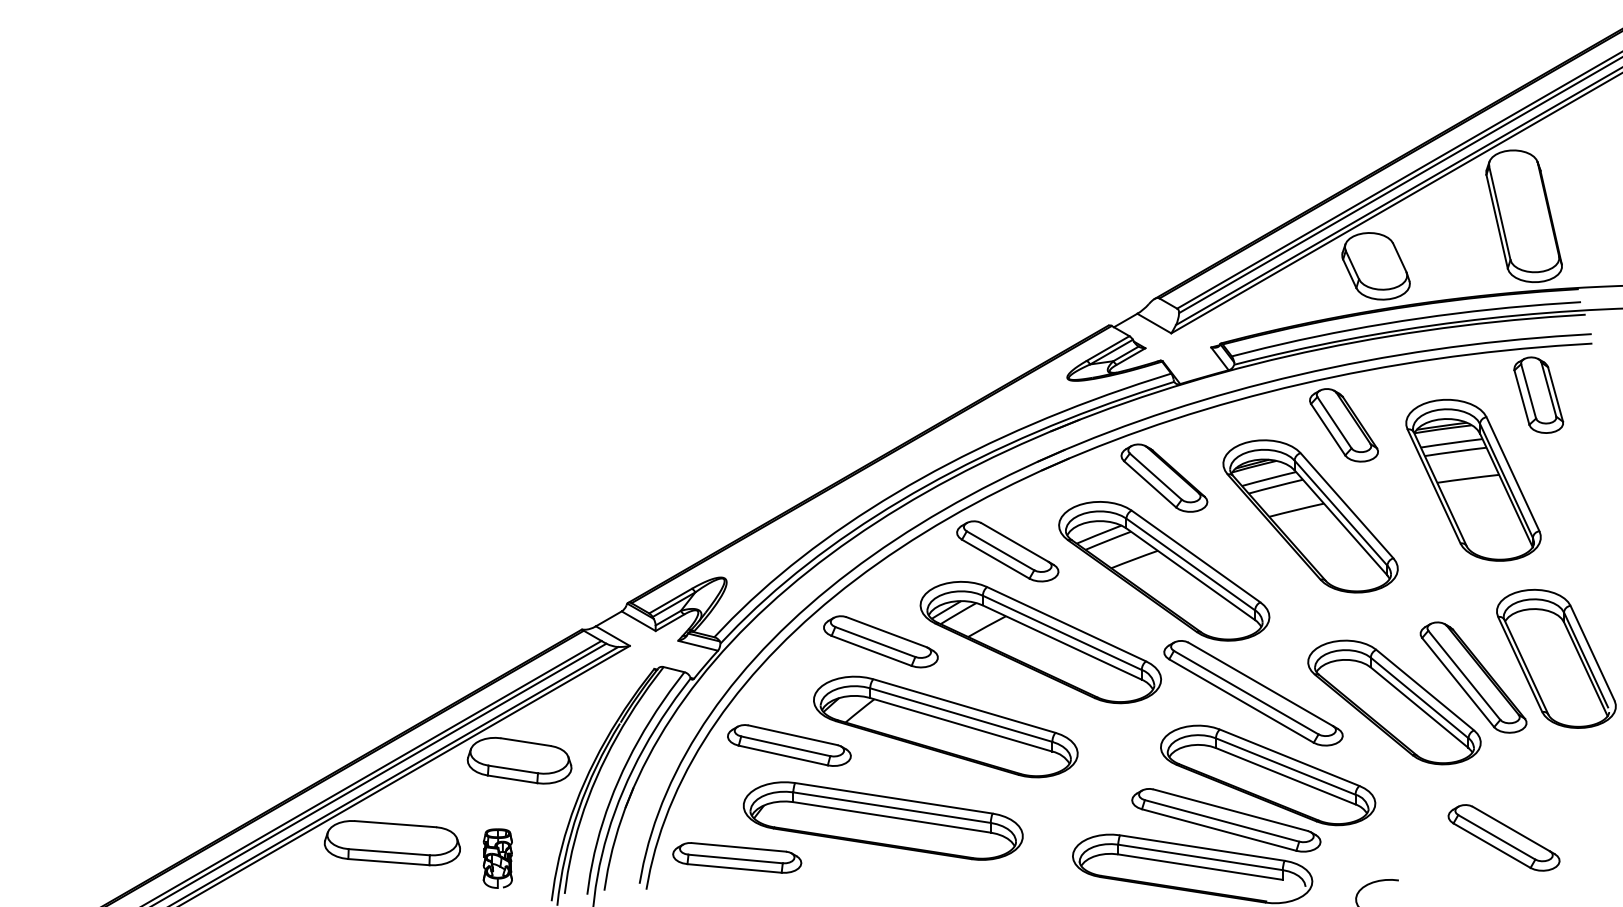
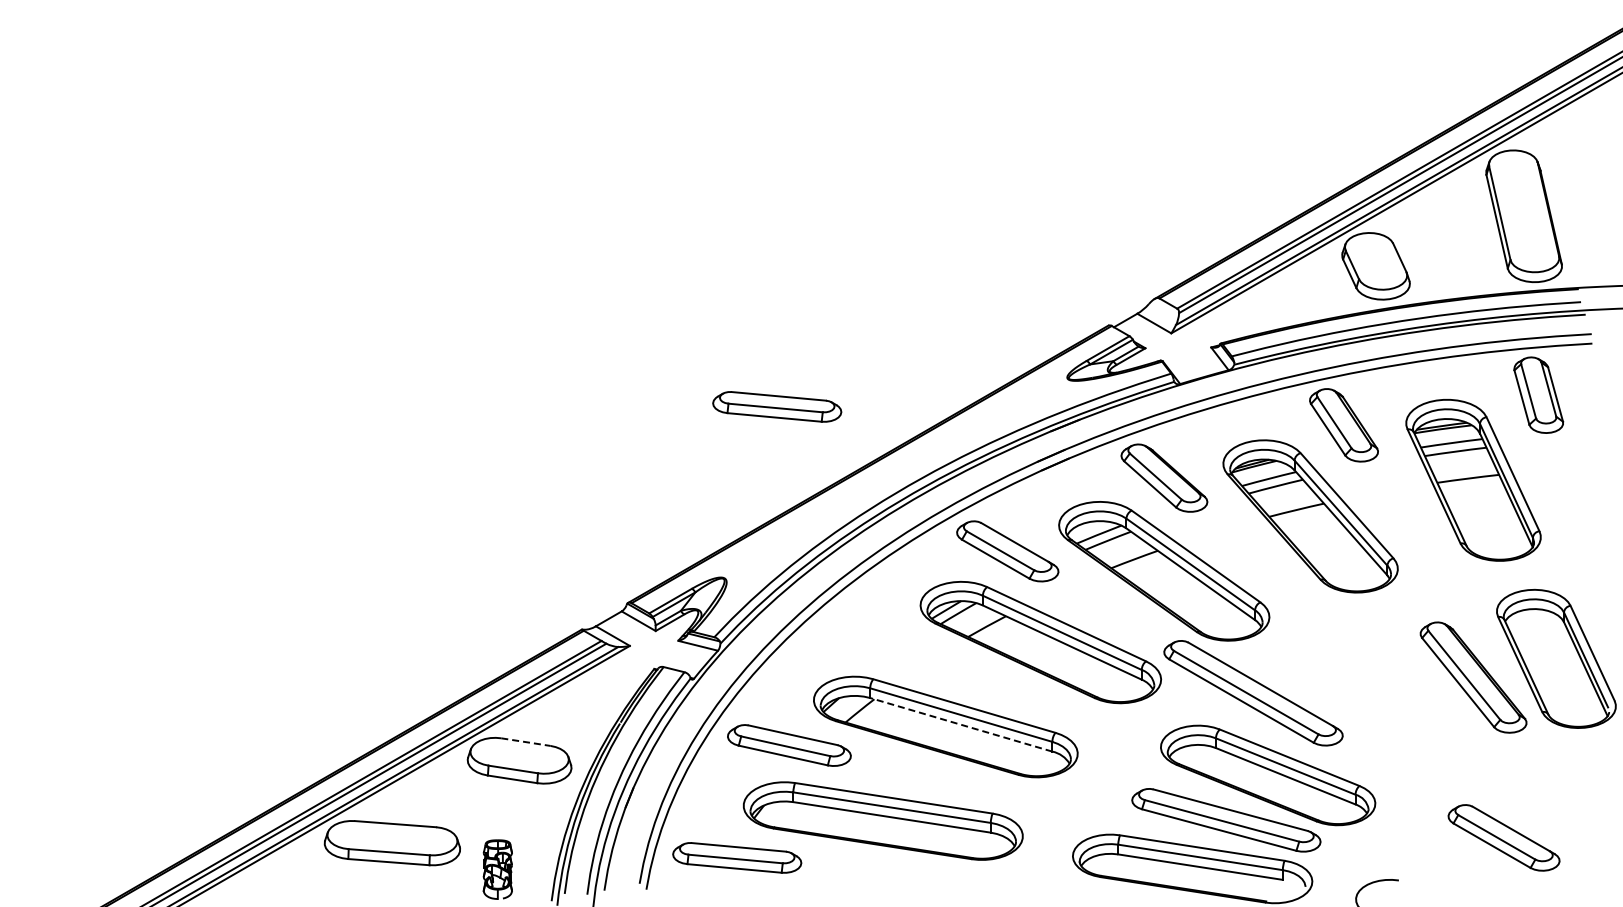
part at (777, 406): none -> present
part at (880, 641): present -> none
part at (1394, 702): present -> none
line at (961, 724): solid -> dashed
line at (525, 742): solid -> dashed
part at (497, 858) position: (497, 858) -> (497, 869)
